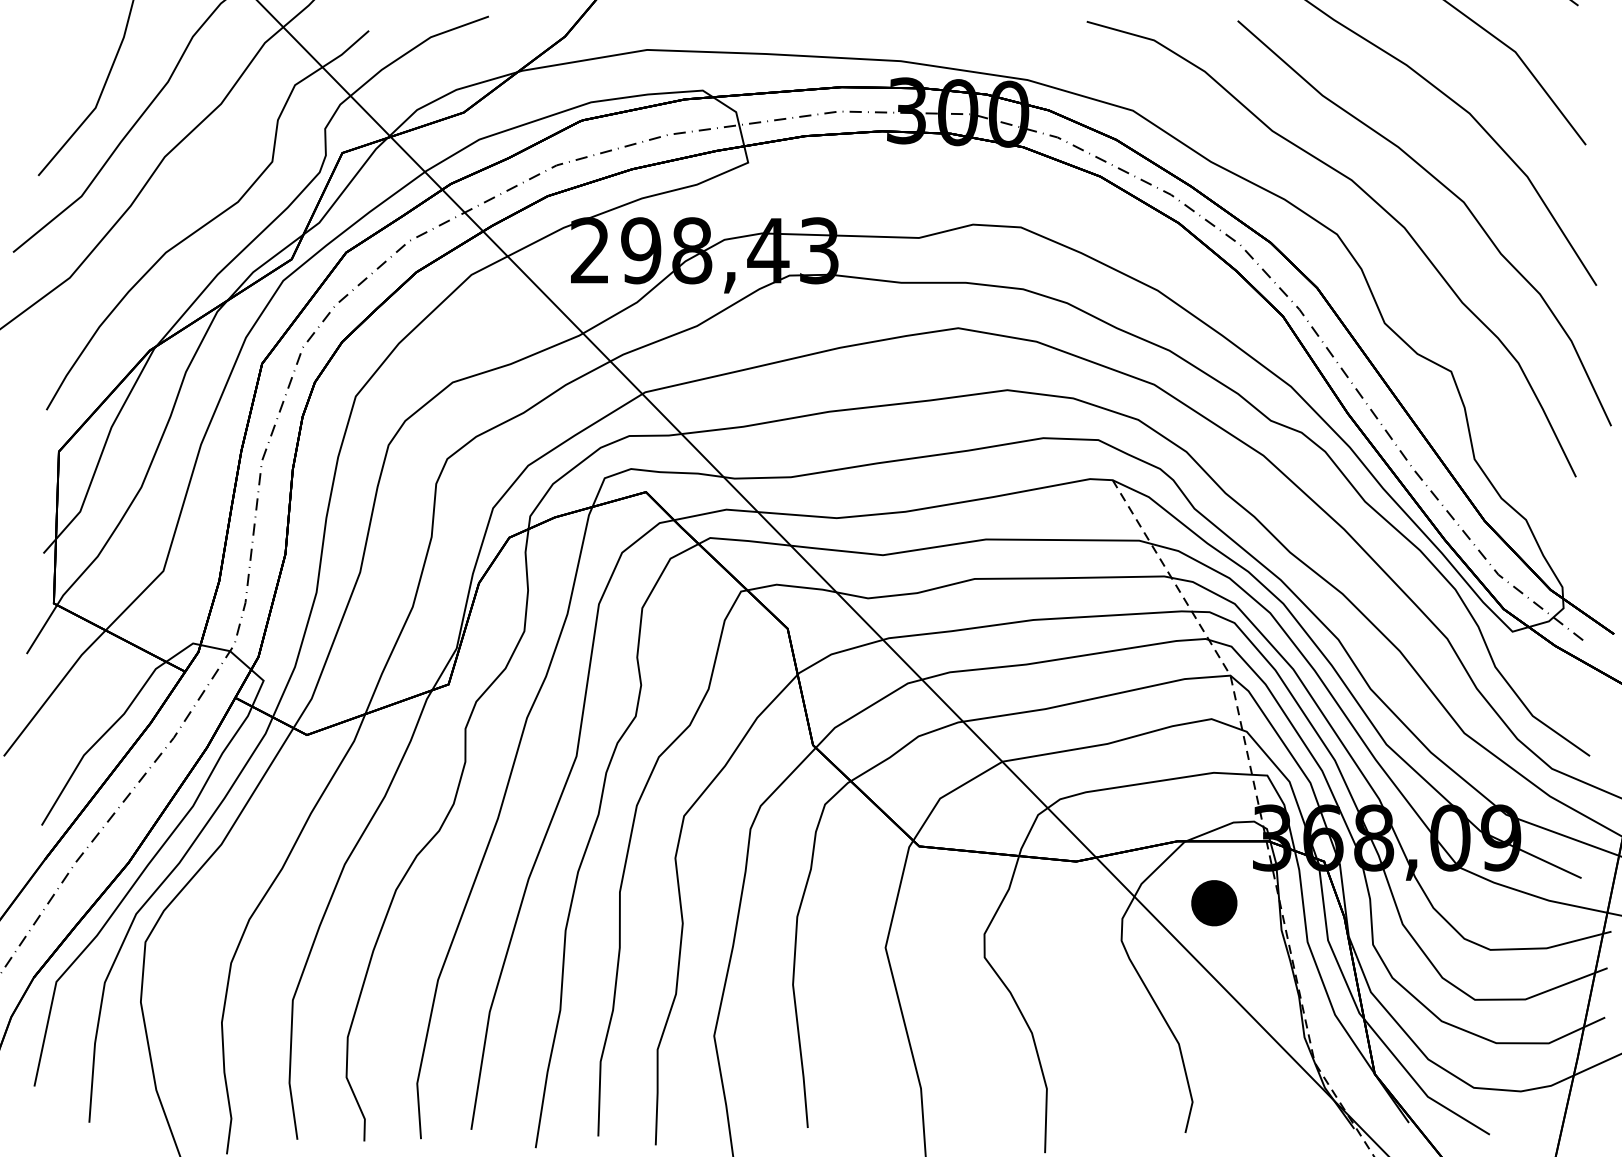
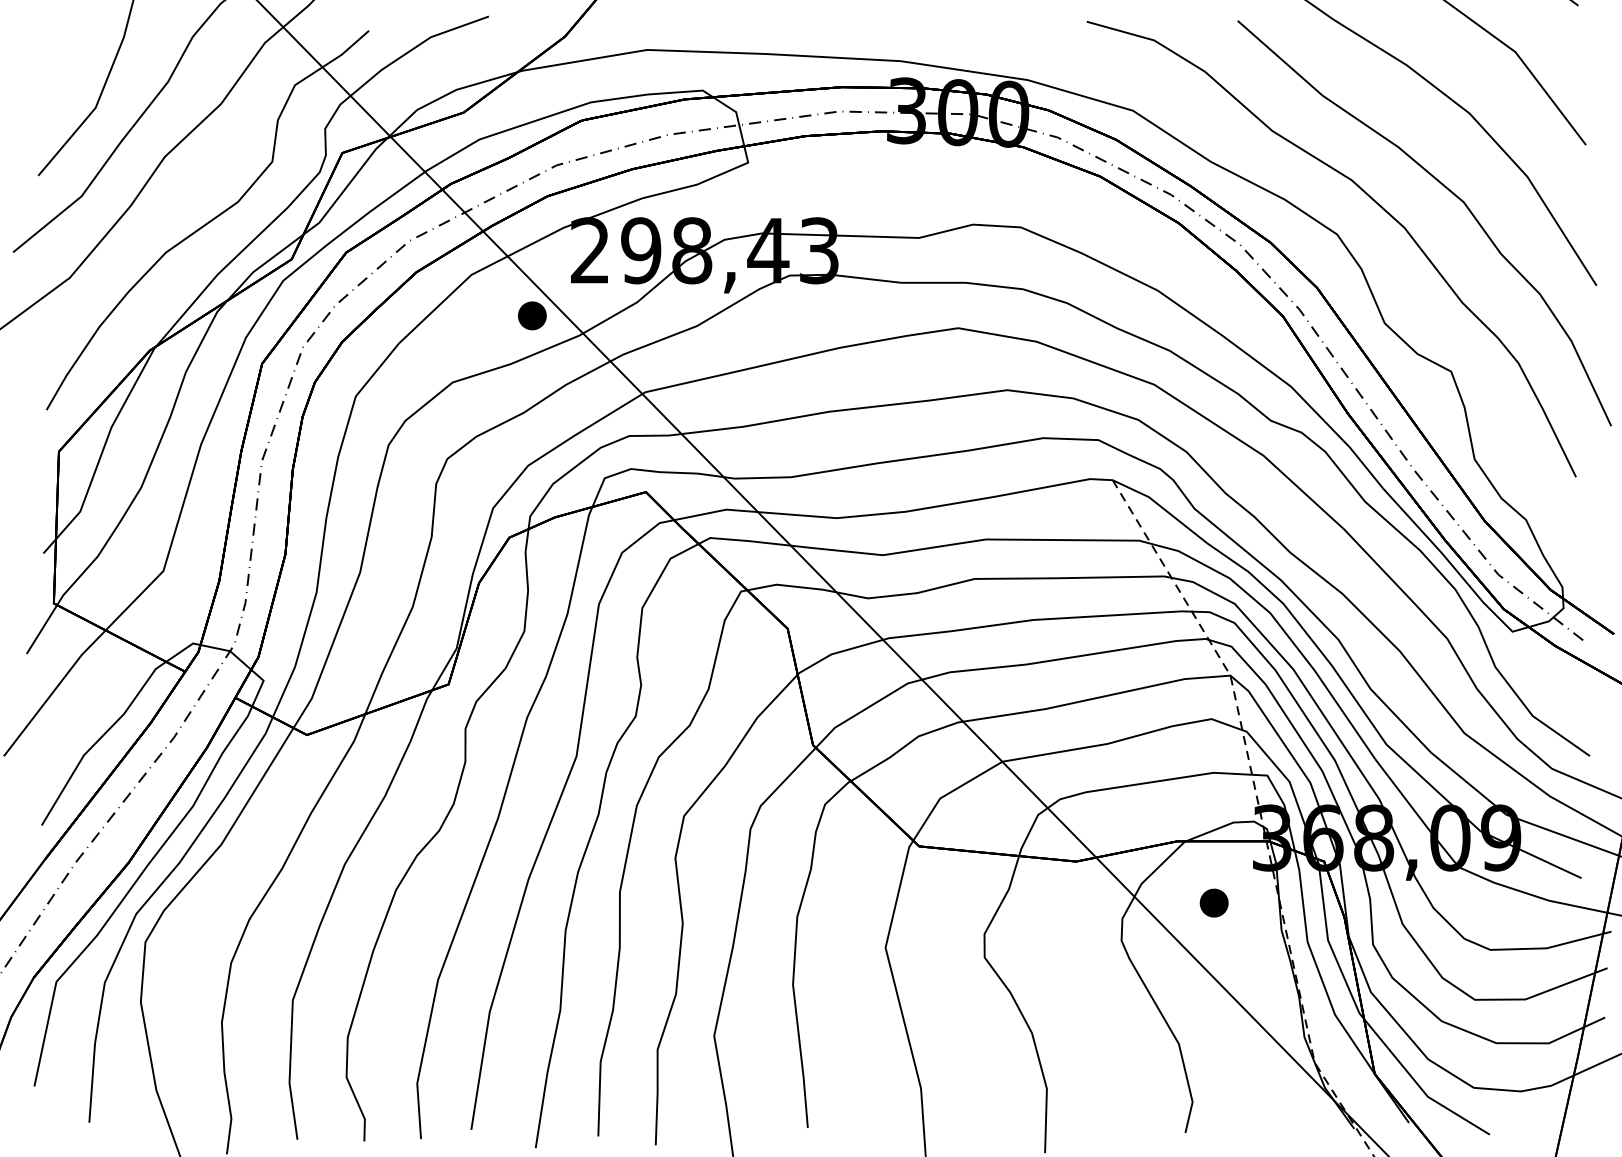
part at (532, 315): none -> present
part at (1214, 903) size: 47x47 px -> 30x30 px
